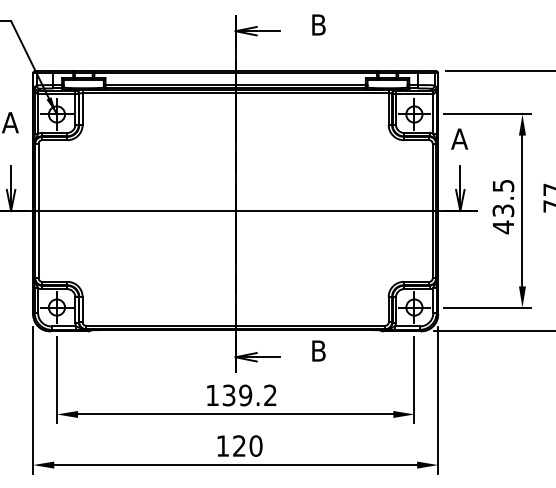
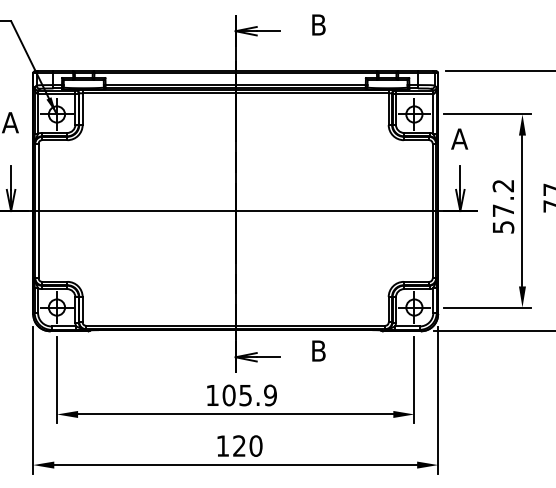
text at (503, 207): 43.5 -> 57.2
text at (249, 395): 139.2 -> 105.9
